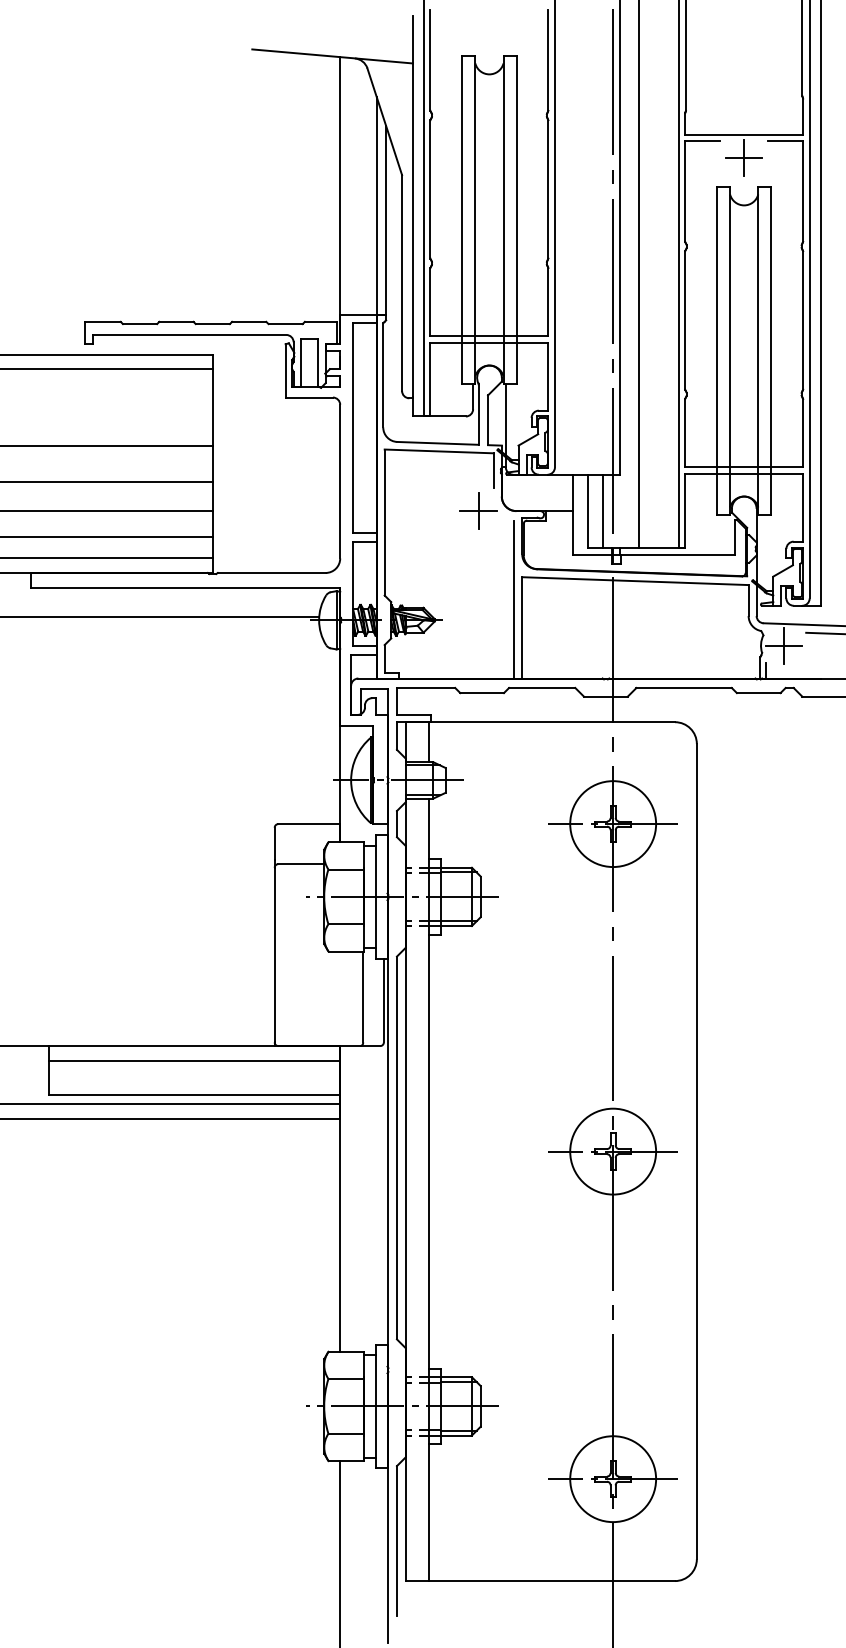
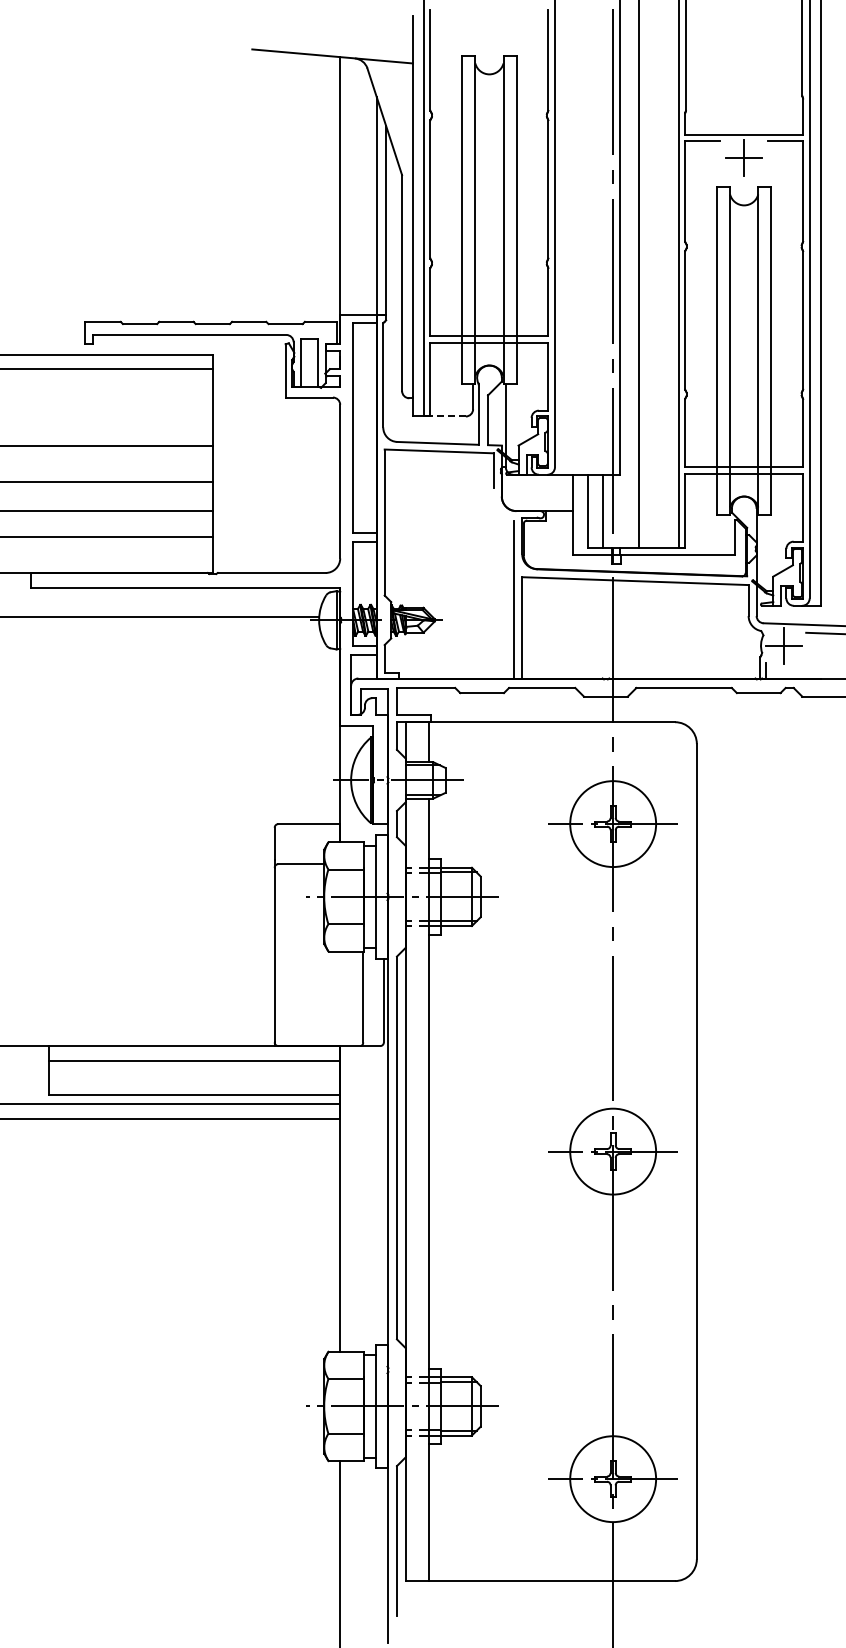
line at (446, 416): solid -> dashed
part at (478, 510): present -> none
line at (107, 558): present -> none
